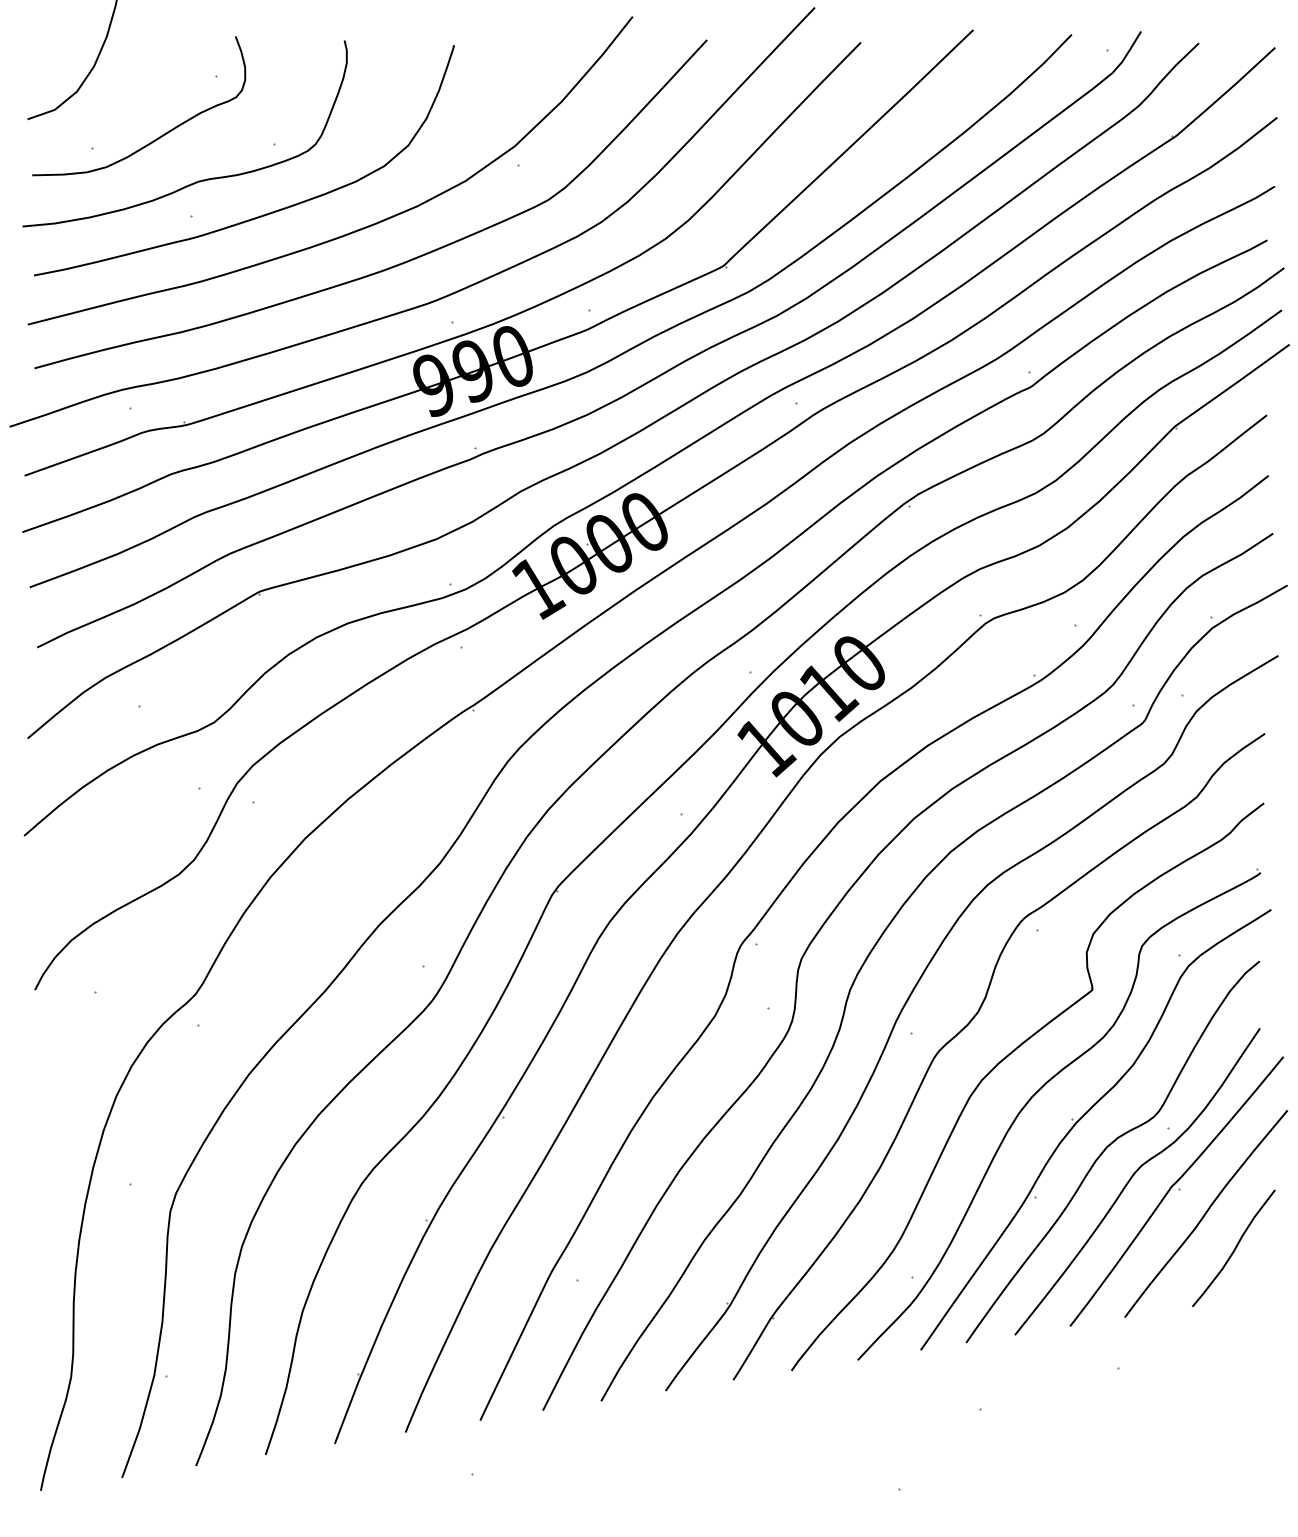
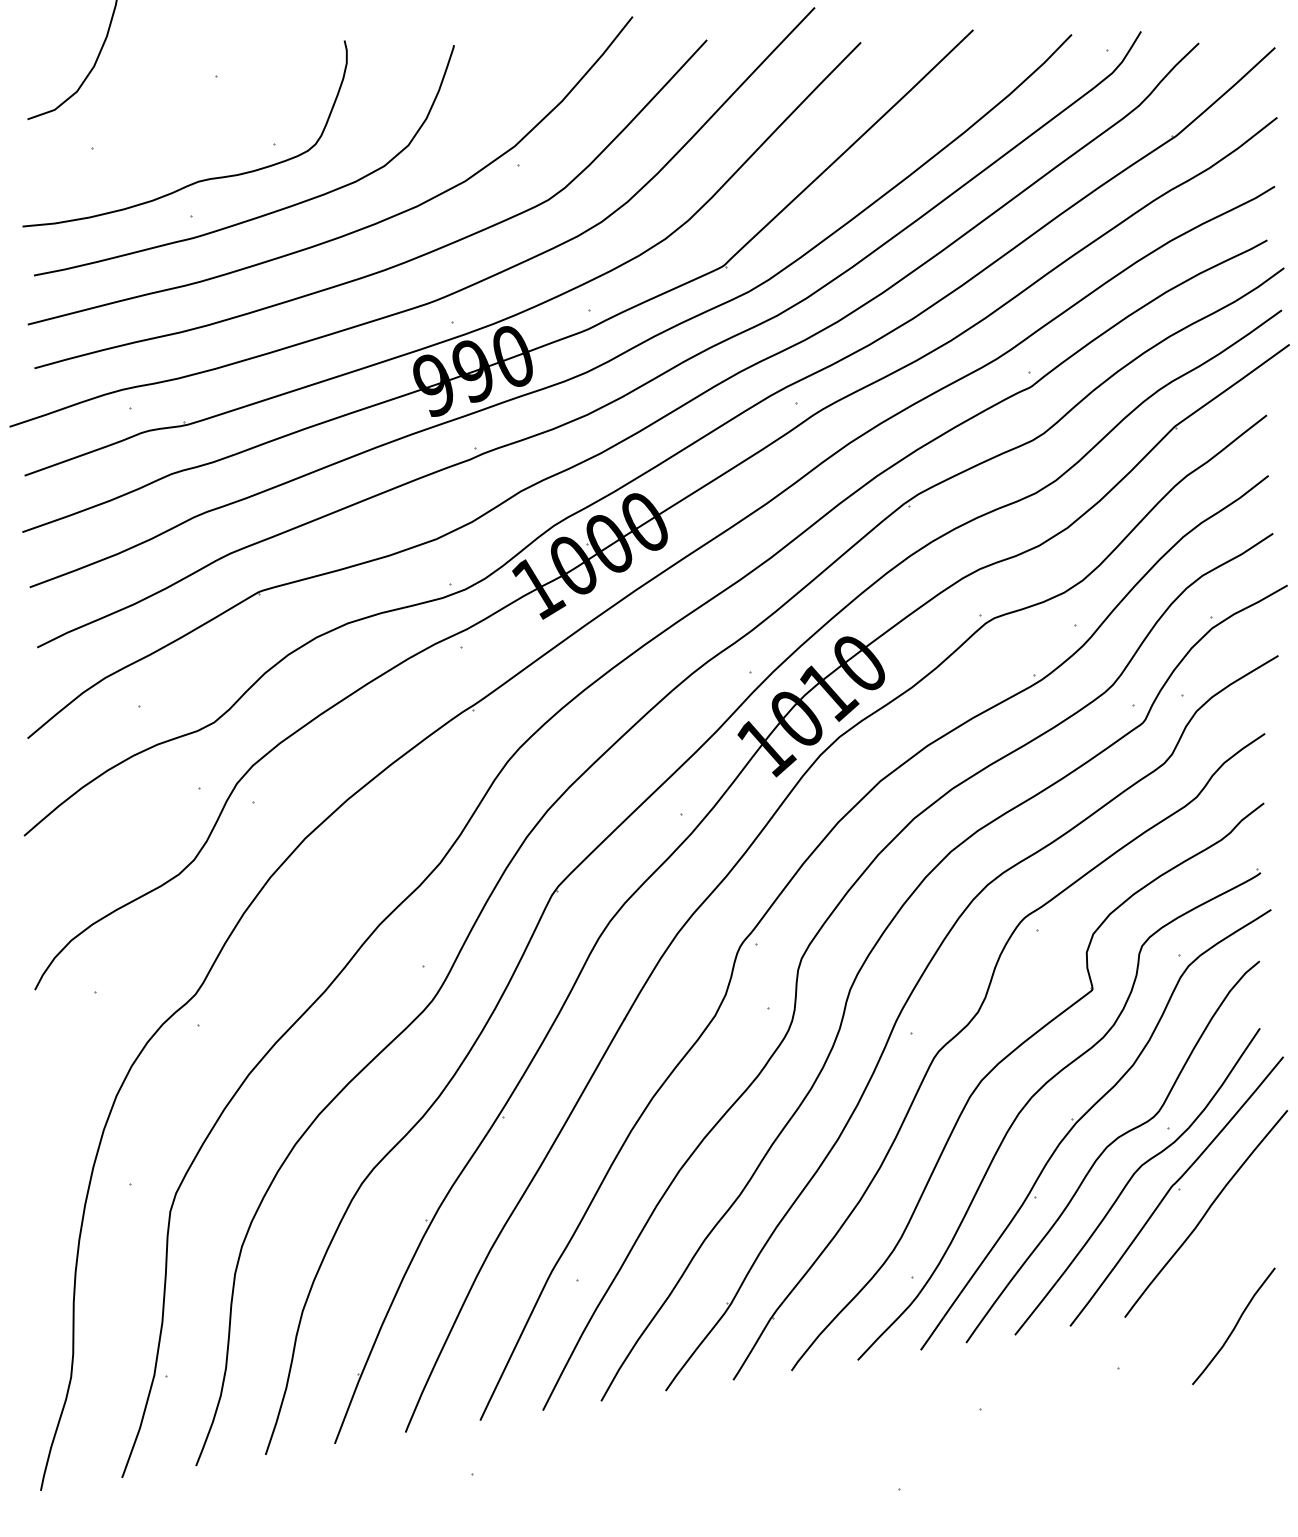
curve at (159, 136): present -> none
curve at (1234, 1248) position: (1234, 1248) -> (1234, 1326)
